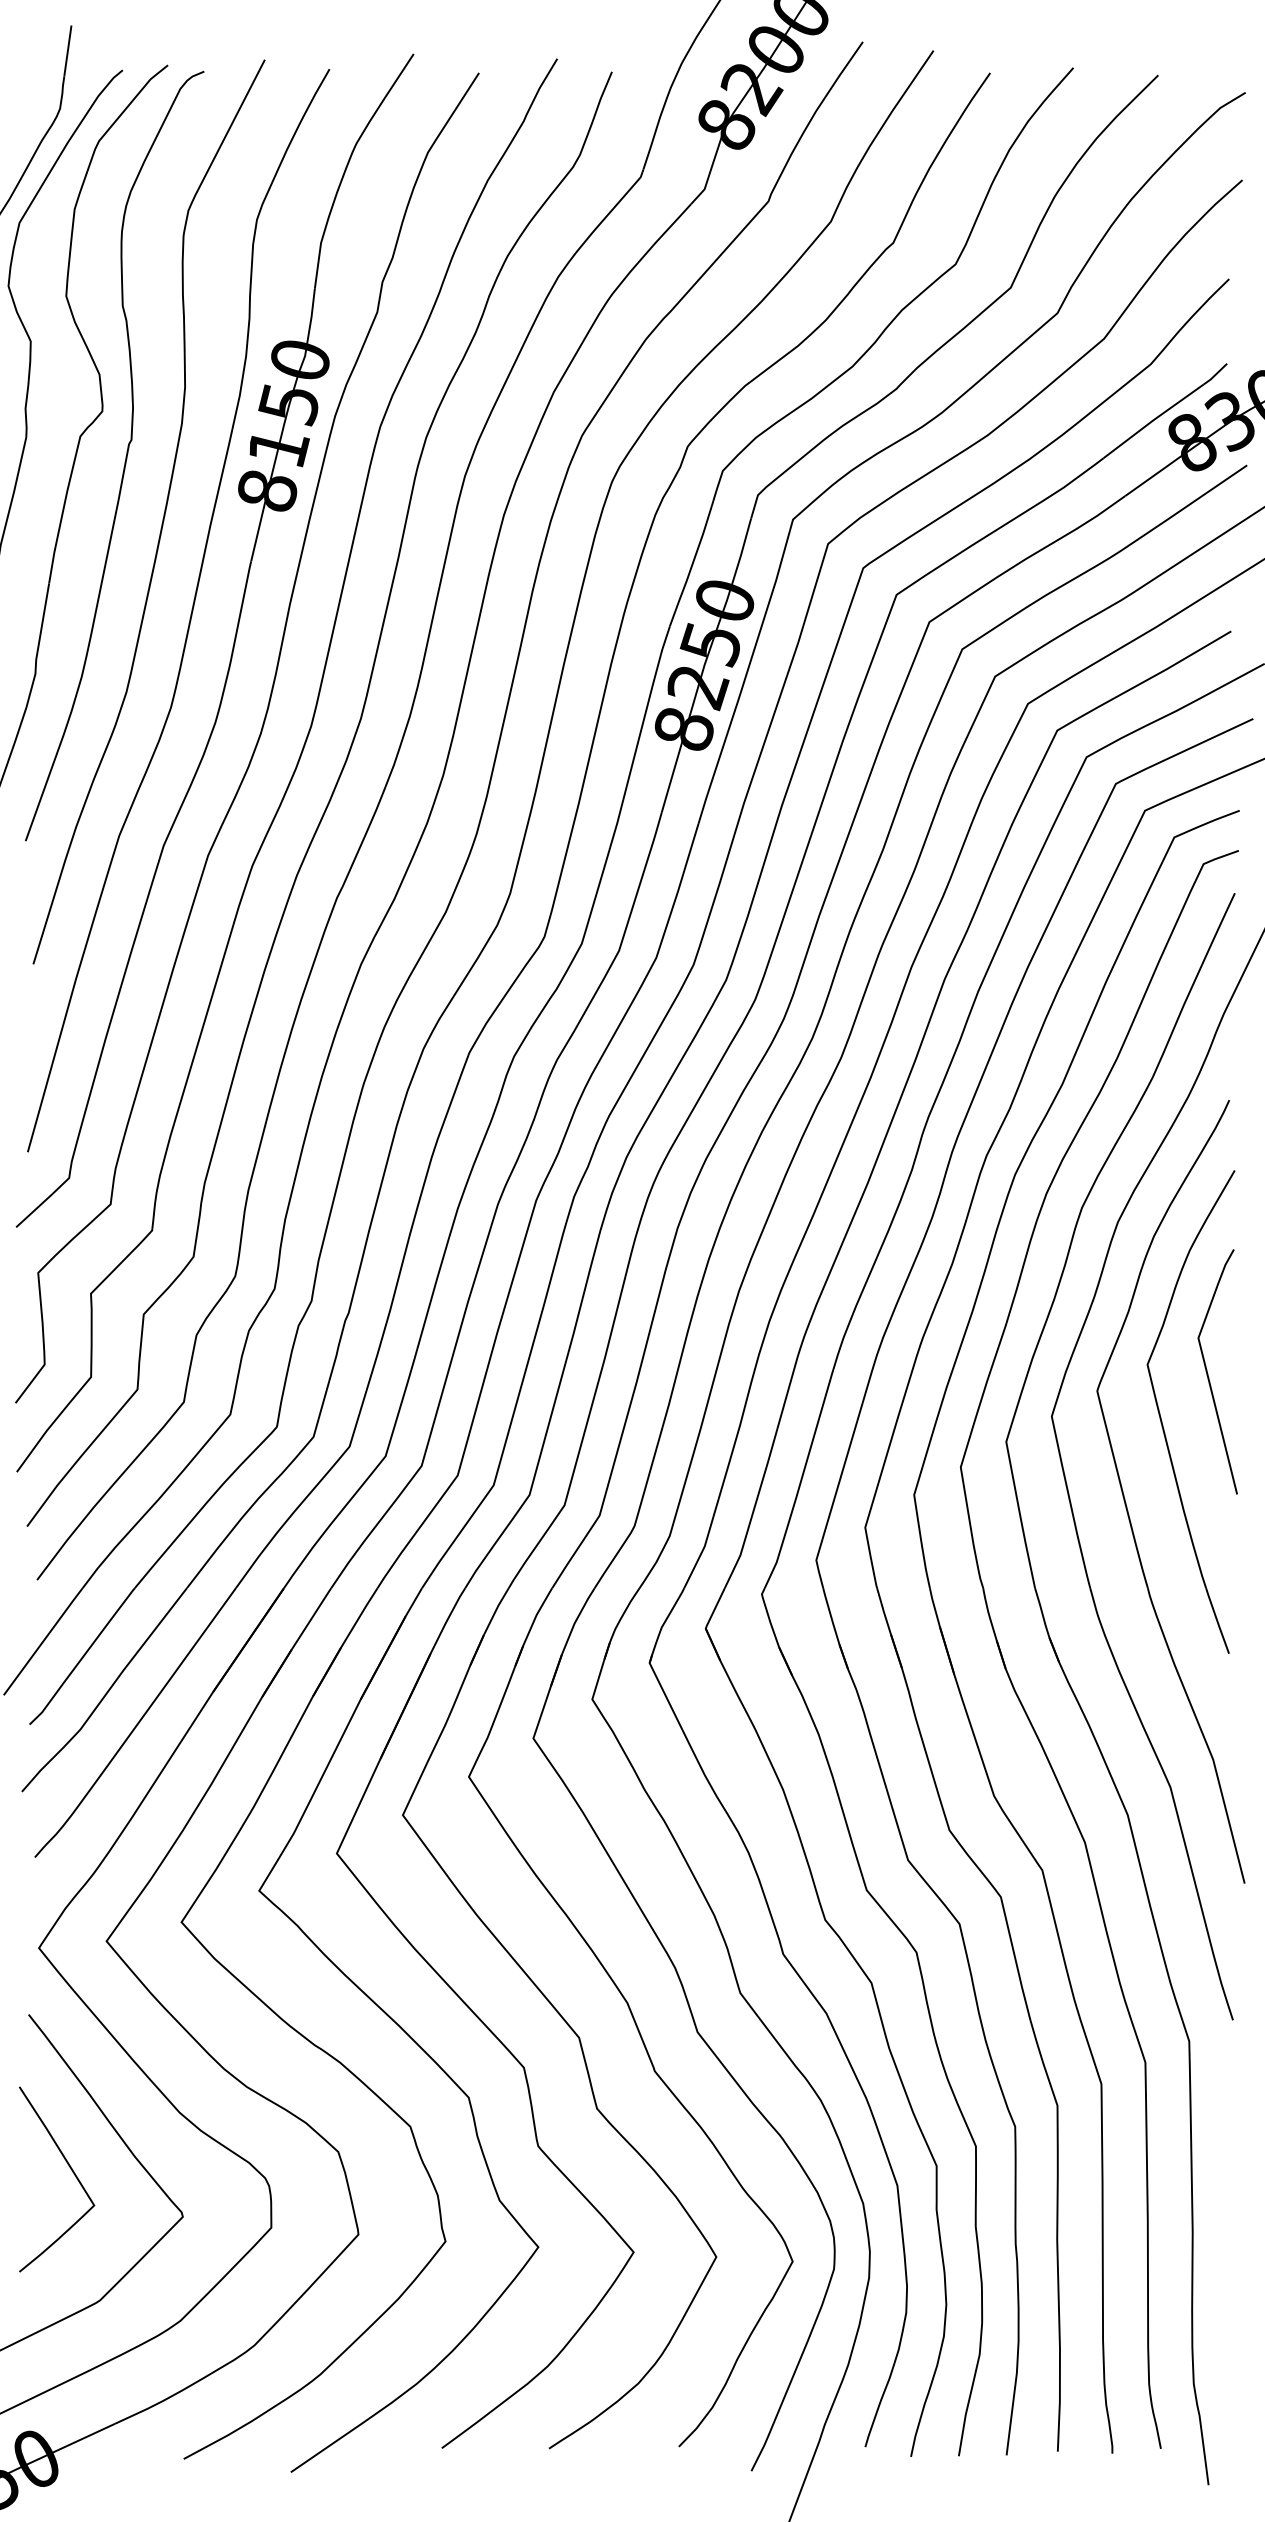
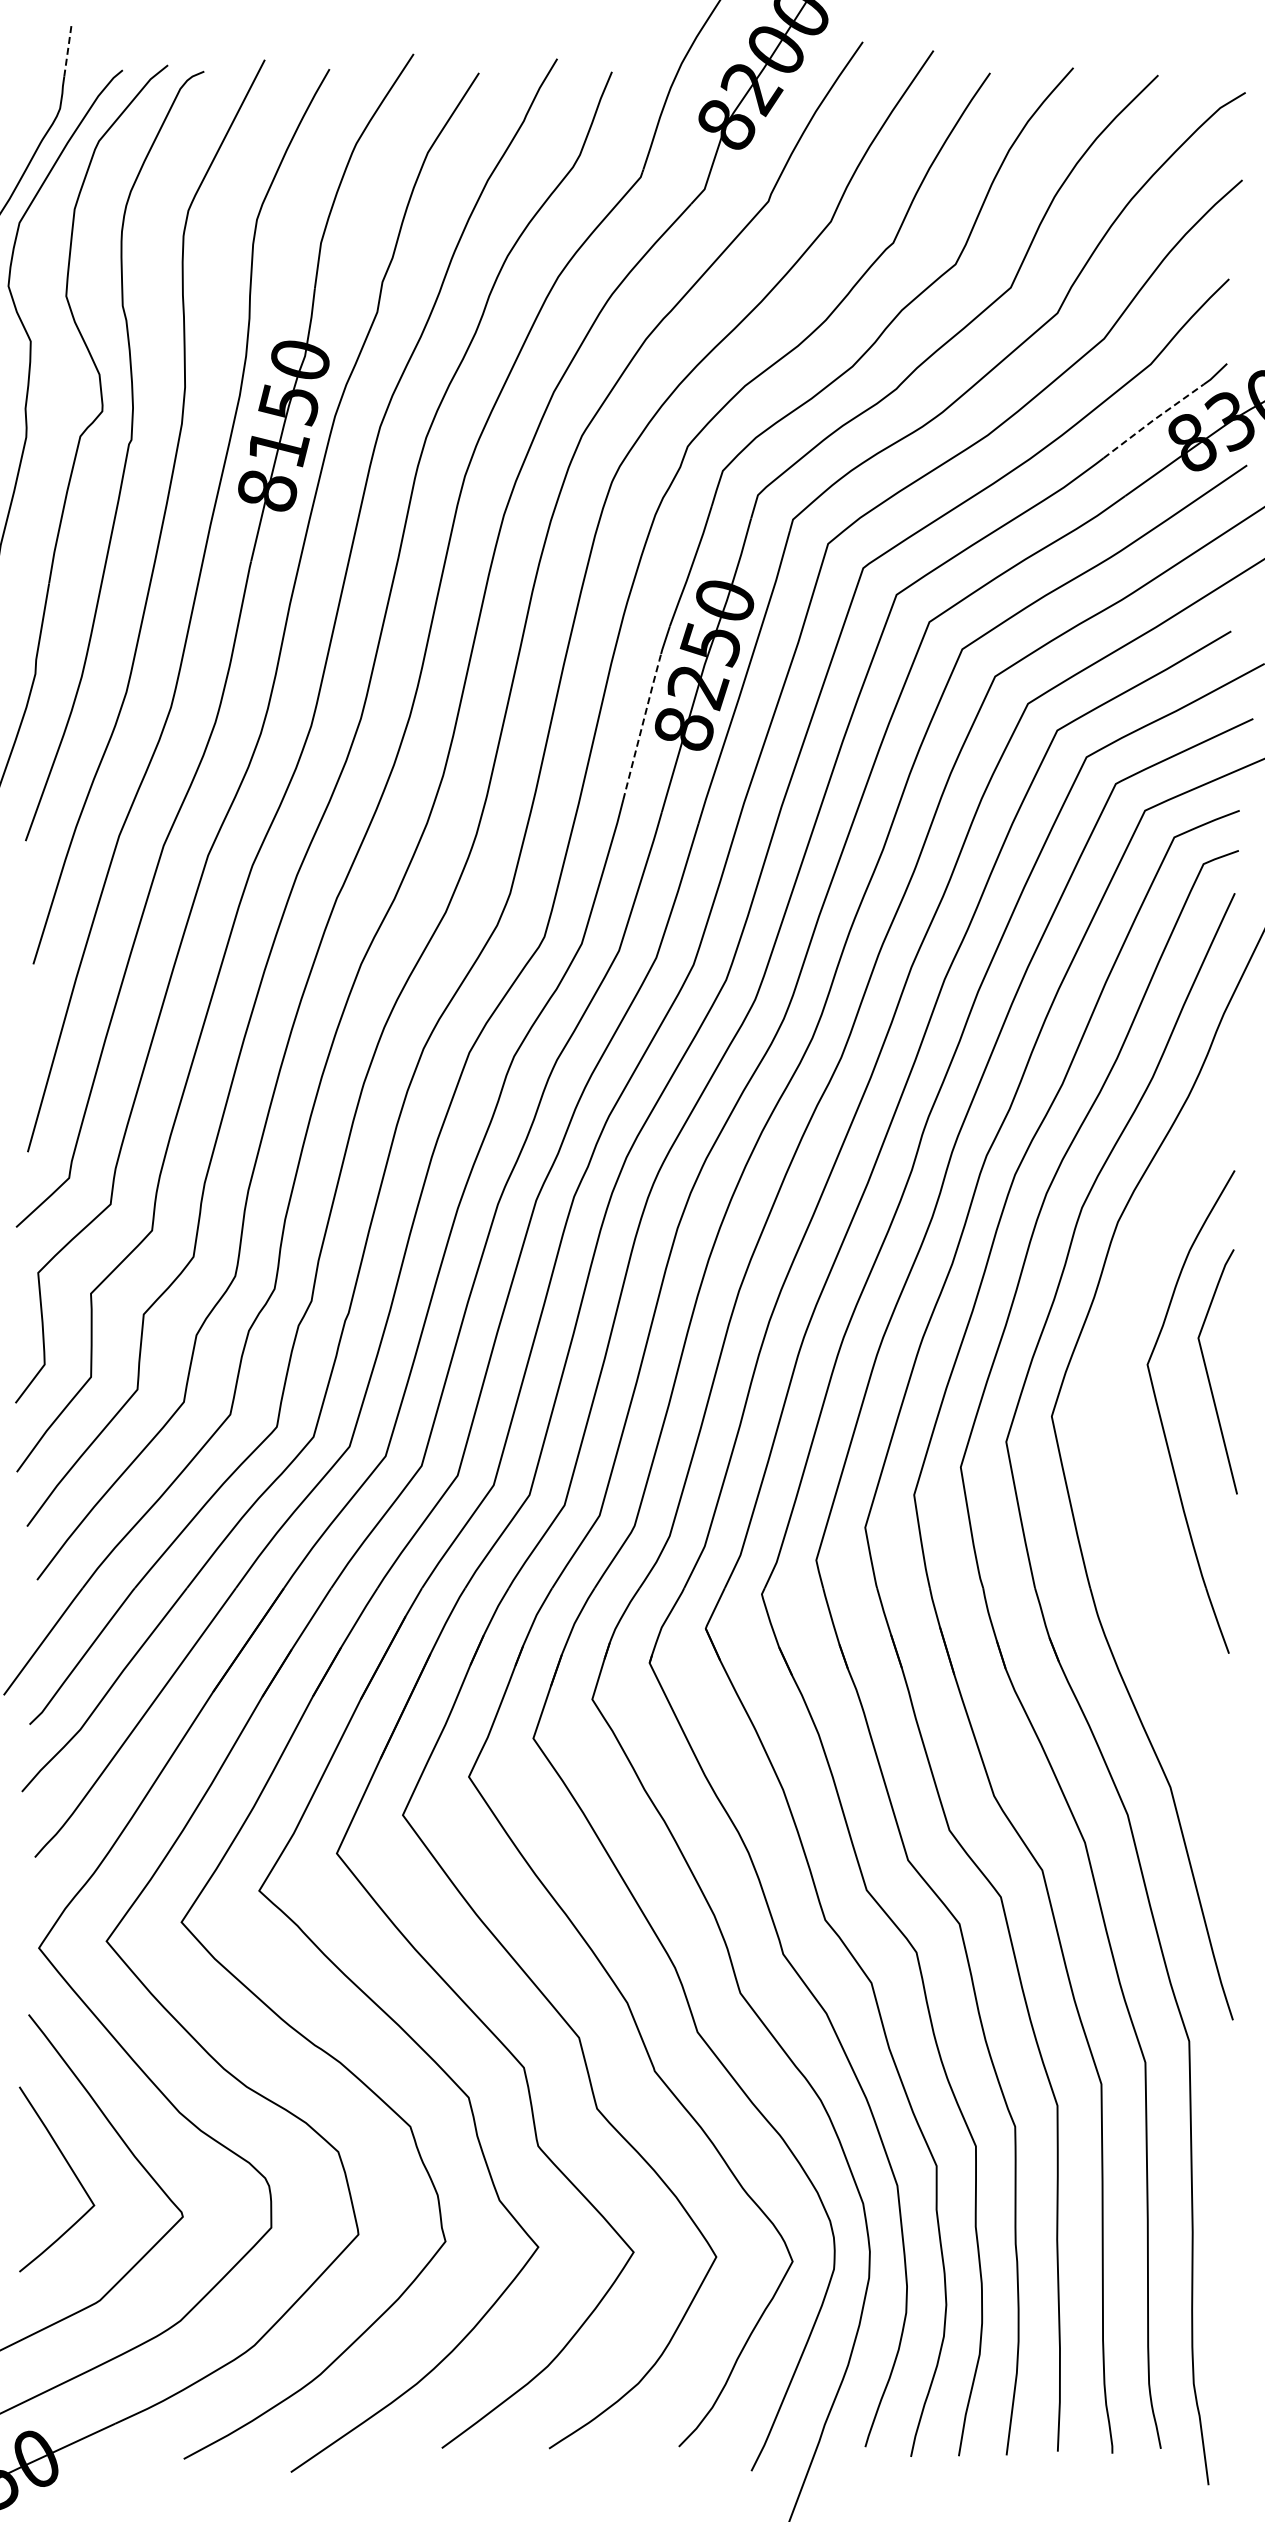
line at (67, 51): solid -> dashed
line at (1153, 420): solid -> dashed
line at (642, 724): solid -> dashed
part at (1126, 1502): present -> none
